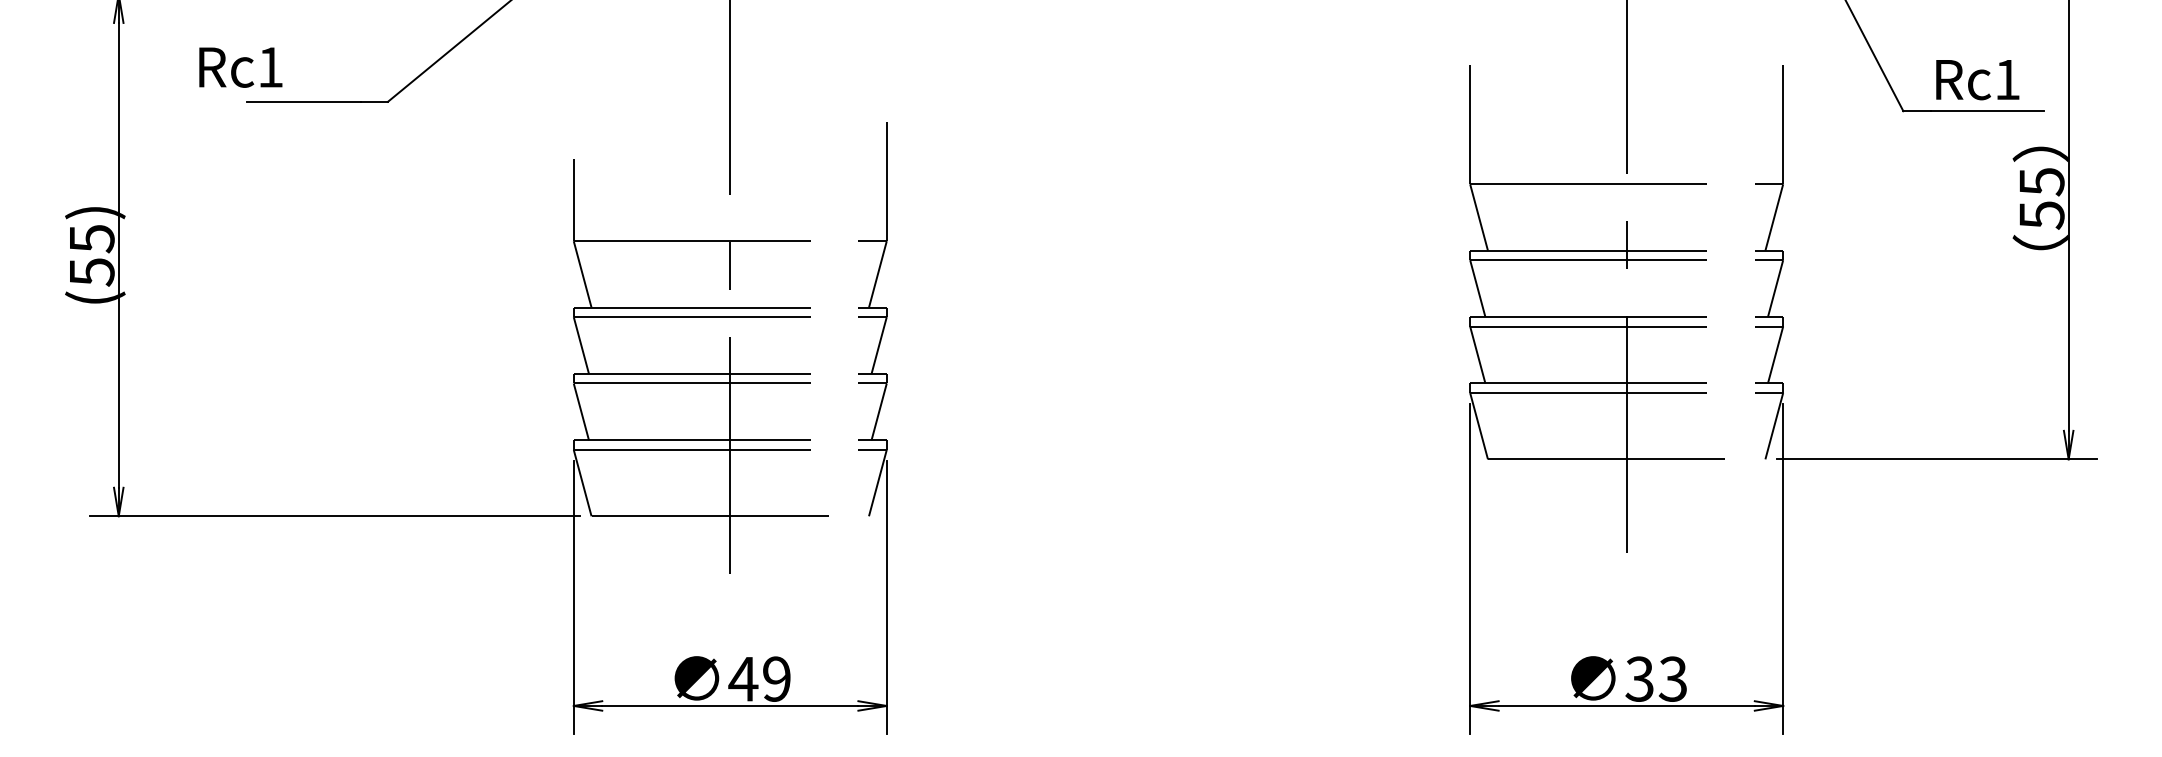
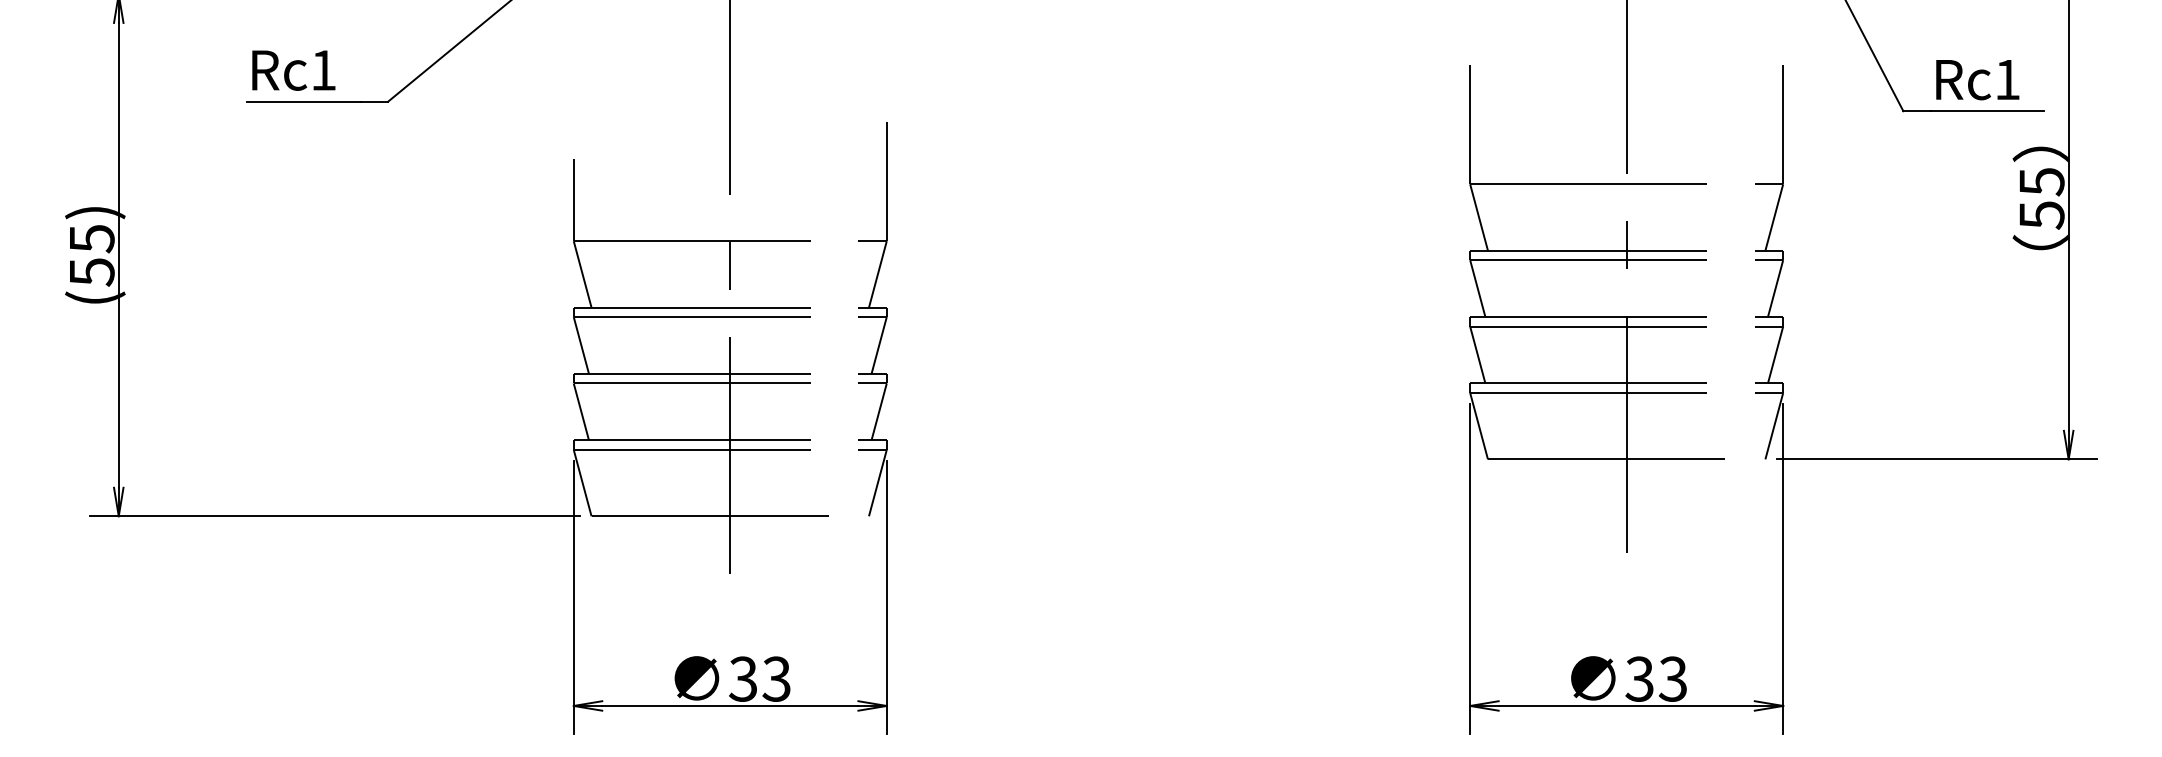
text at (240, 67) position: (240, 67) -> (293, 70)
text at (759, 678): 49 -> 33
